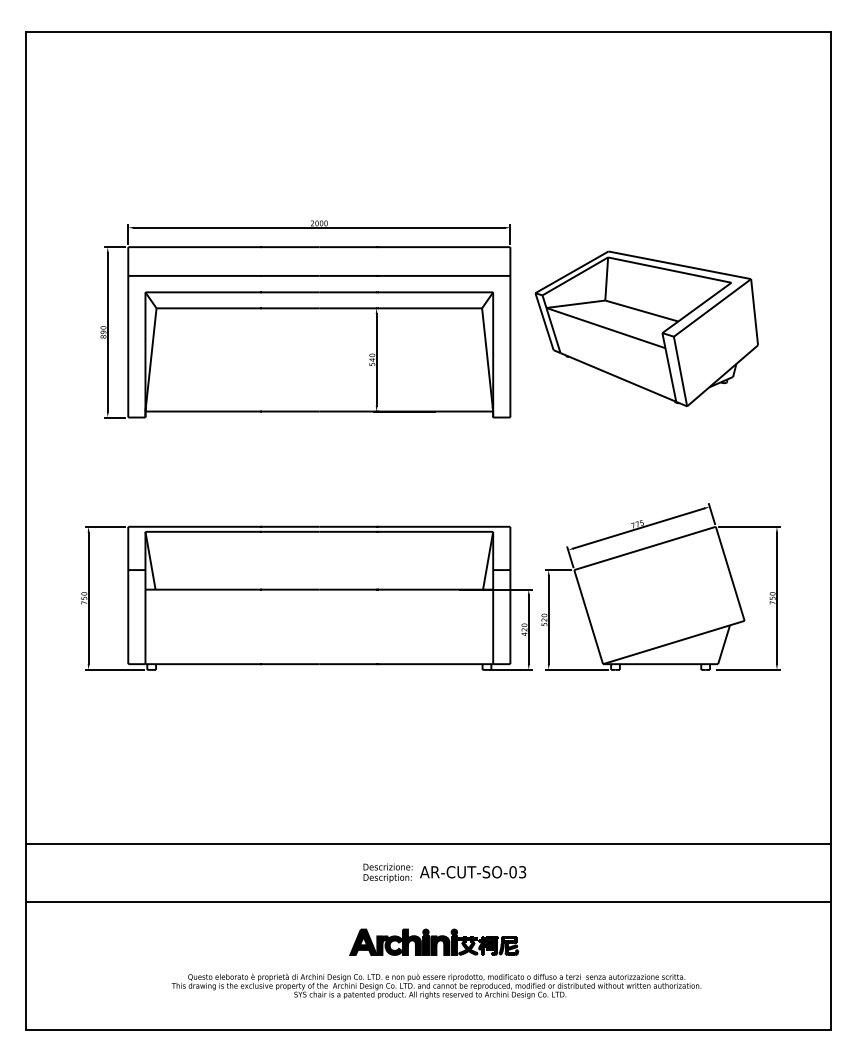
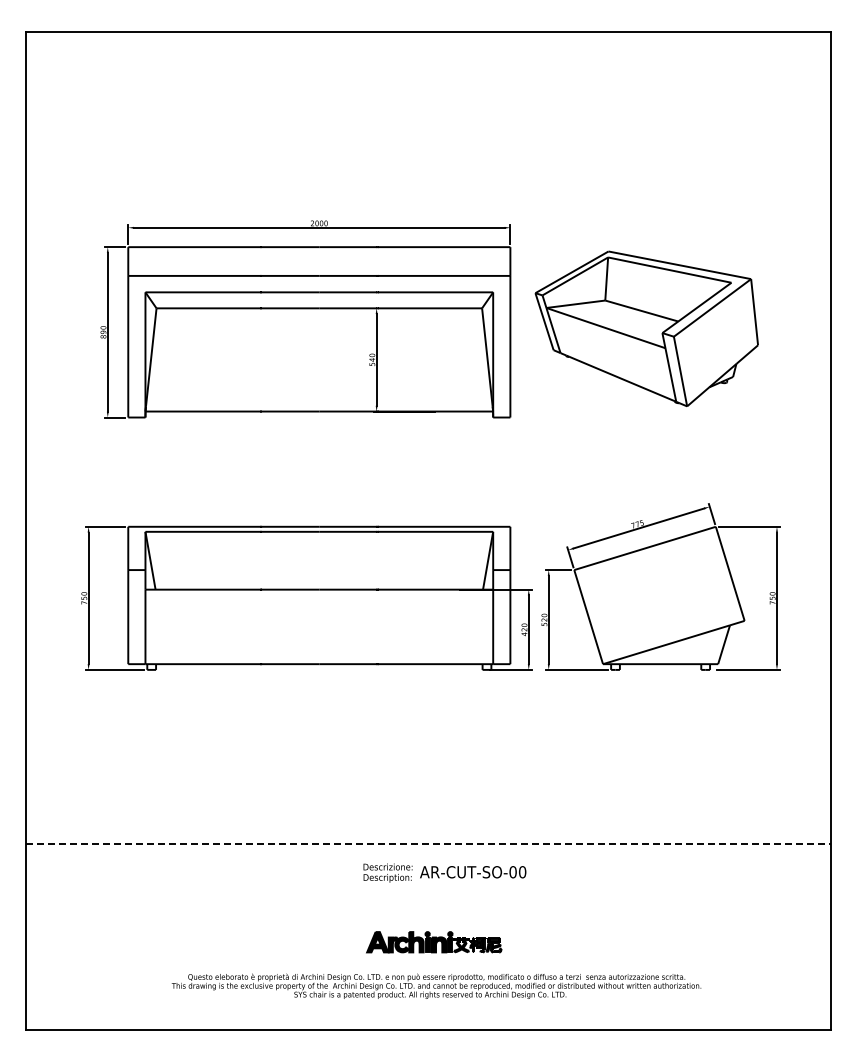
line at (428, 844): solid -> dashed
text at (522, 872): AR-CUT-SO-03 -> AR-CUT-SO-00
line at (428, 901): present -> none
part at (434, 941) size: 171x28 px -> 137x23 px
